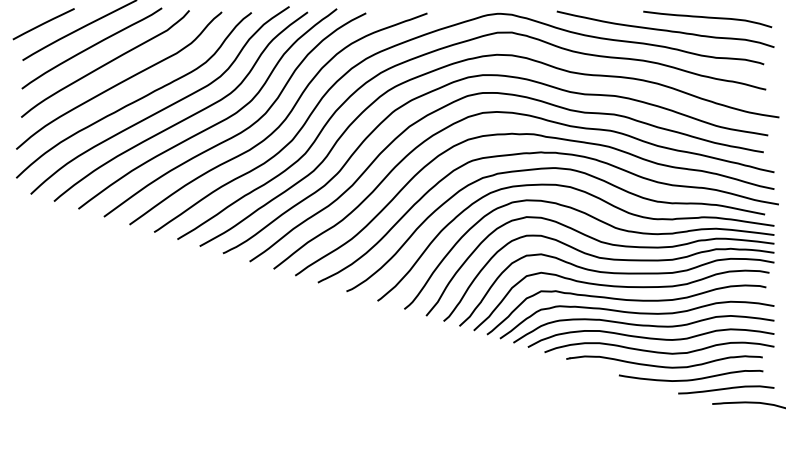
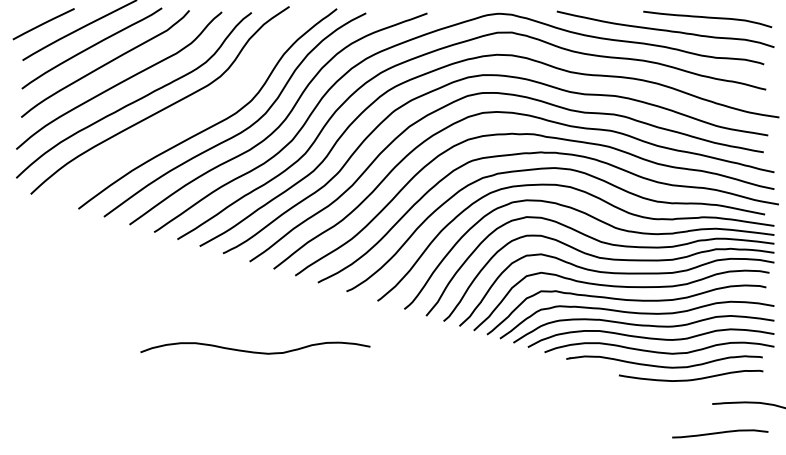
curve at (186, 117): present -> none
curve at (255, 351): none -> present
curve at (726, 389) position: (726, 389) -> (720, 433)
